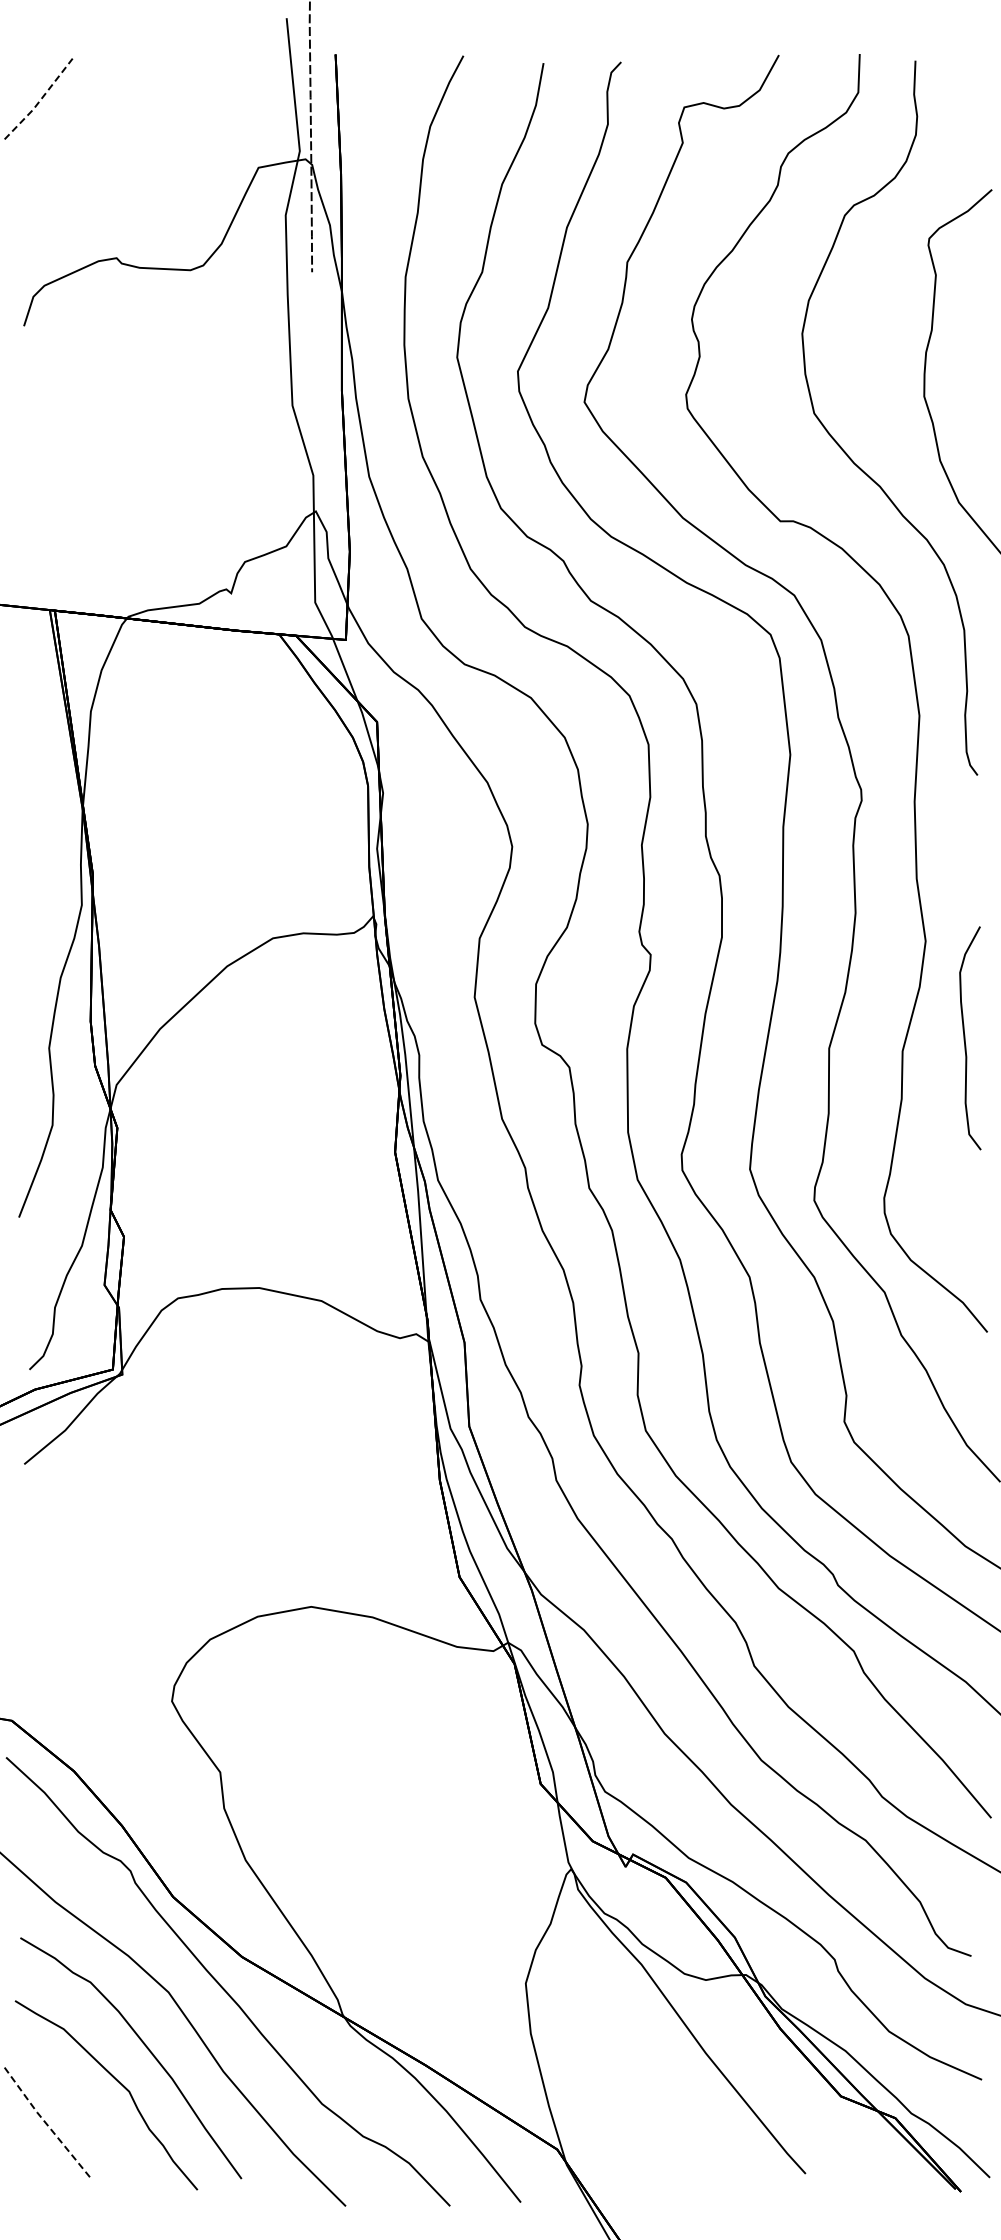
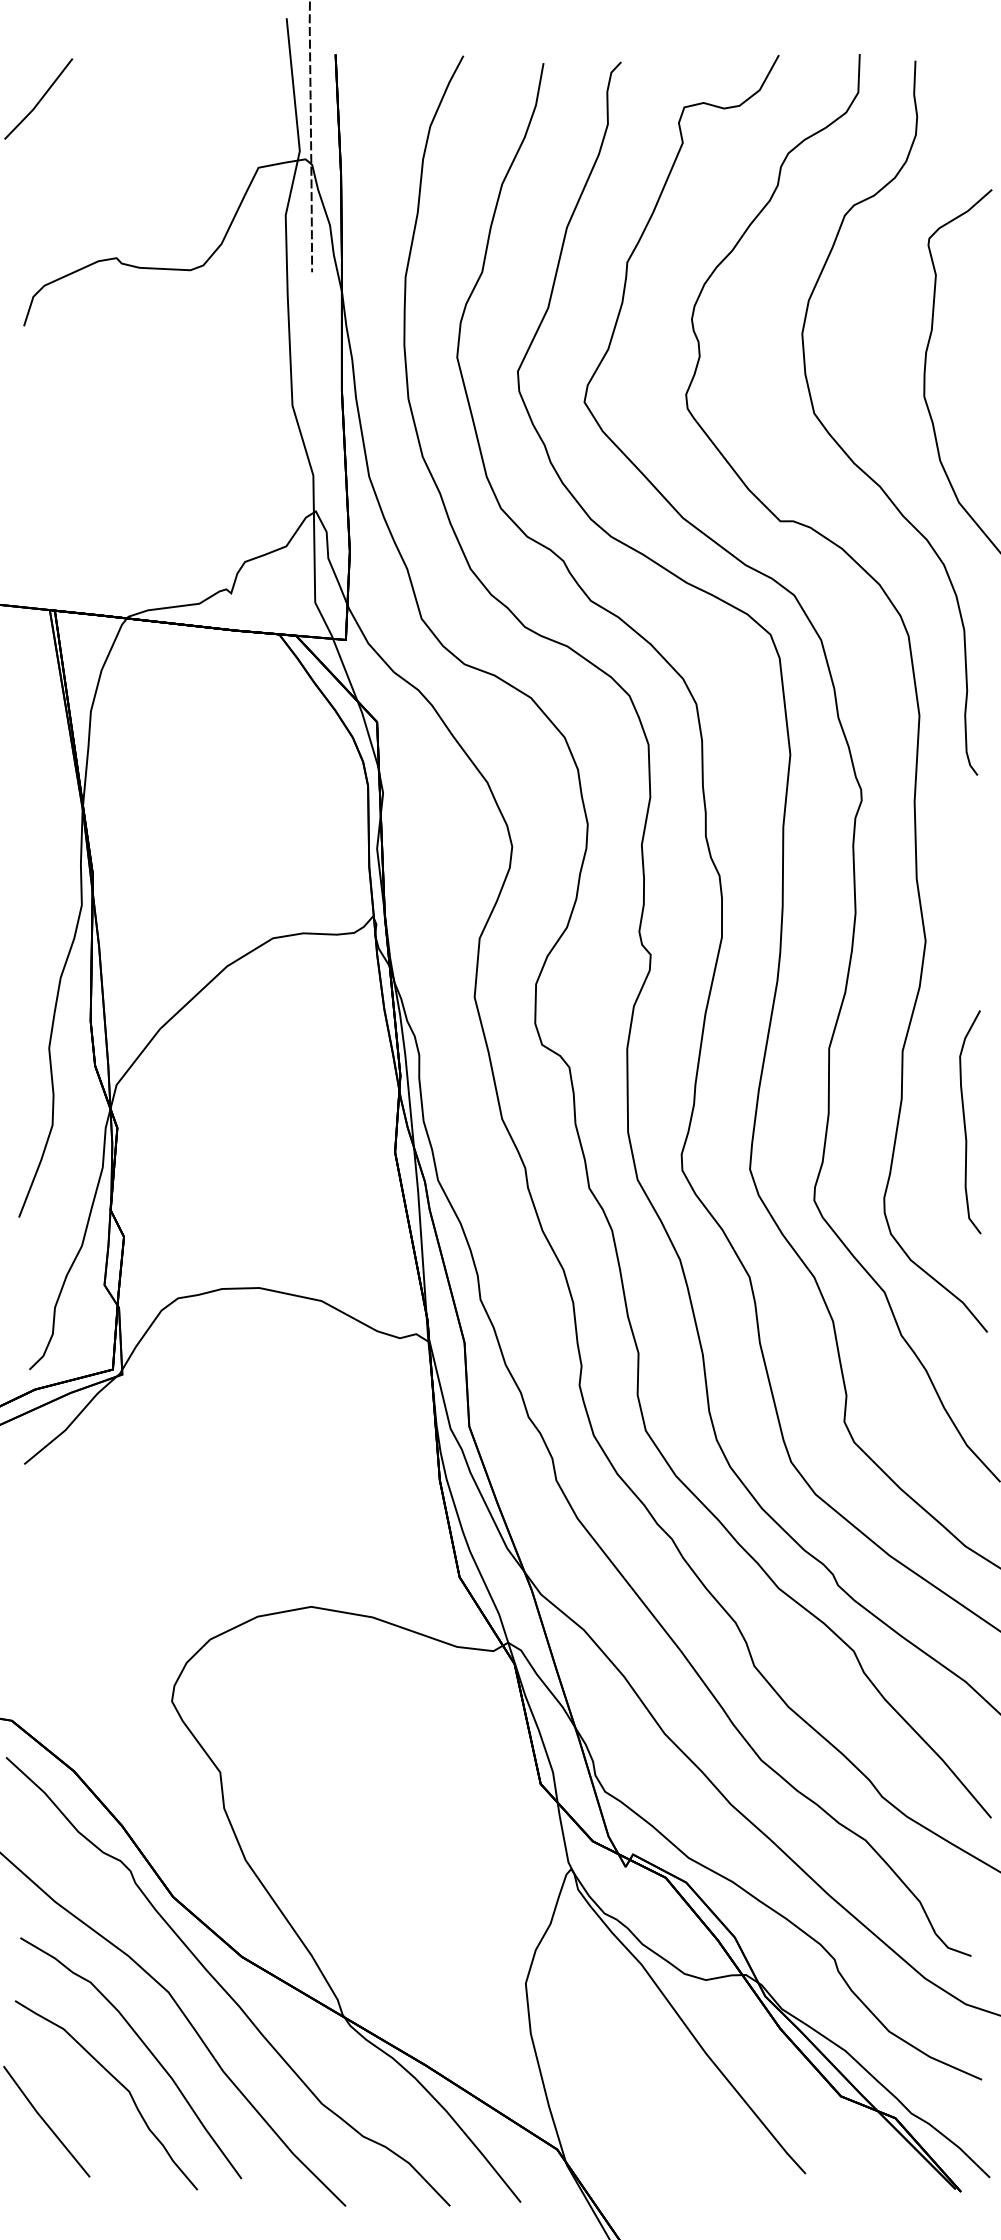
line at (39, 101): dashed -> solid
curve at (965, 1038) position: (965, 1038) -> (965, 1122)
line at (44, 2121): dashed -> solid
